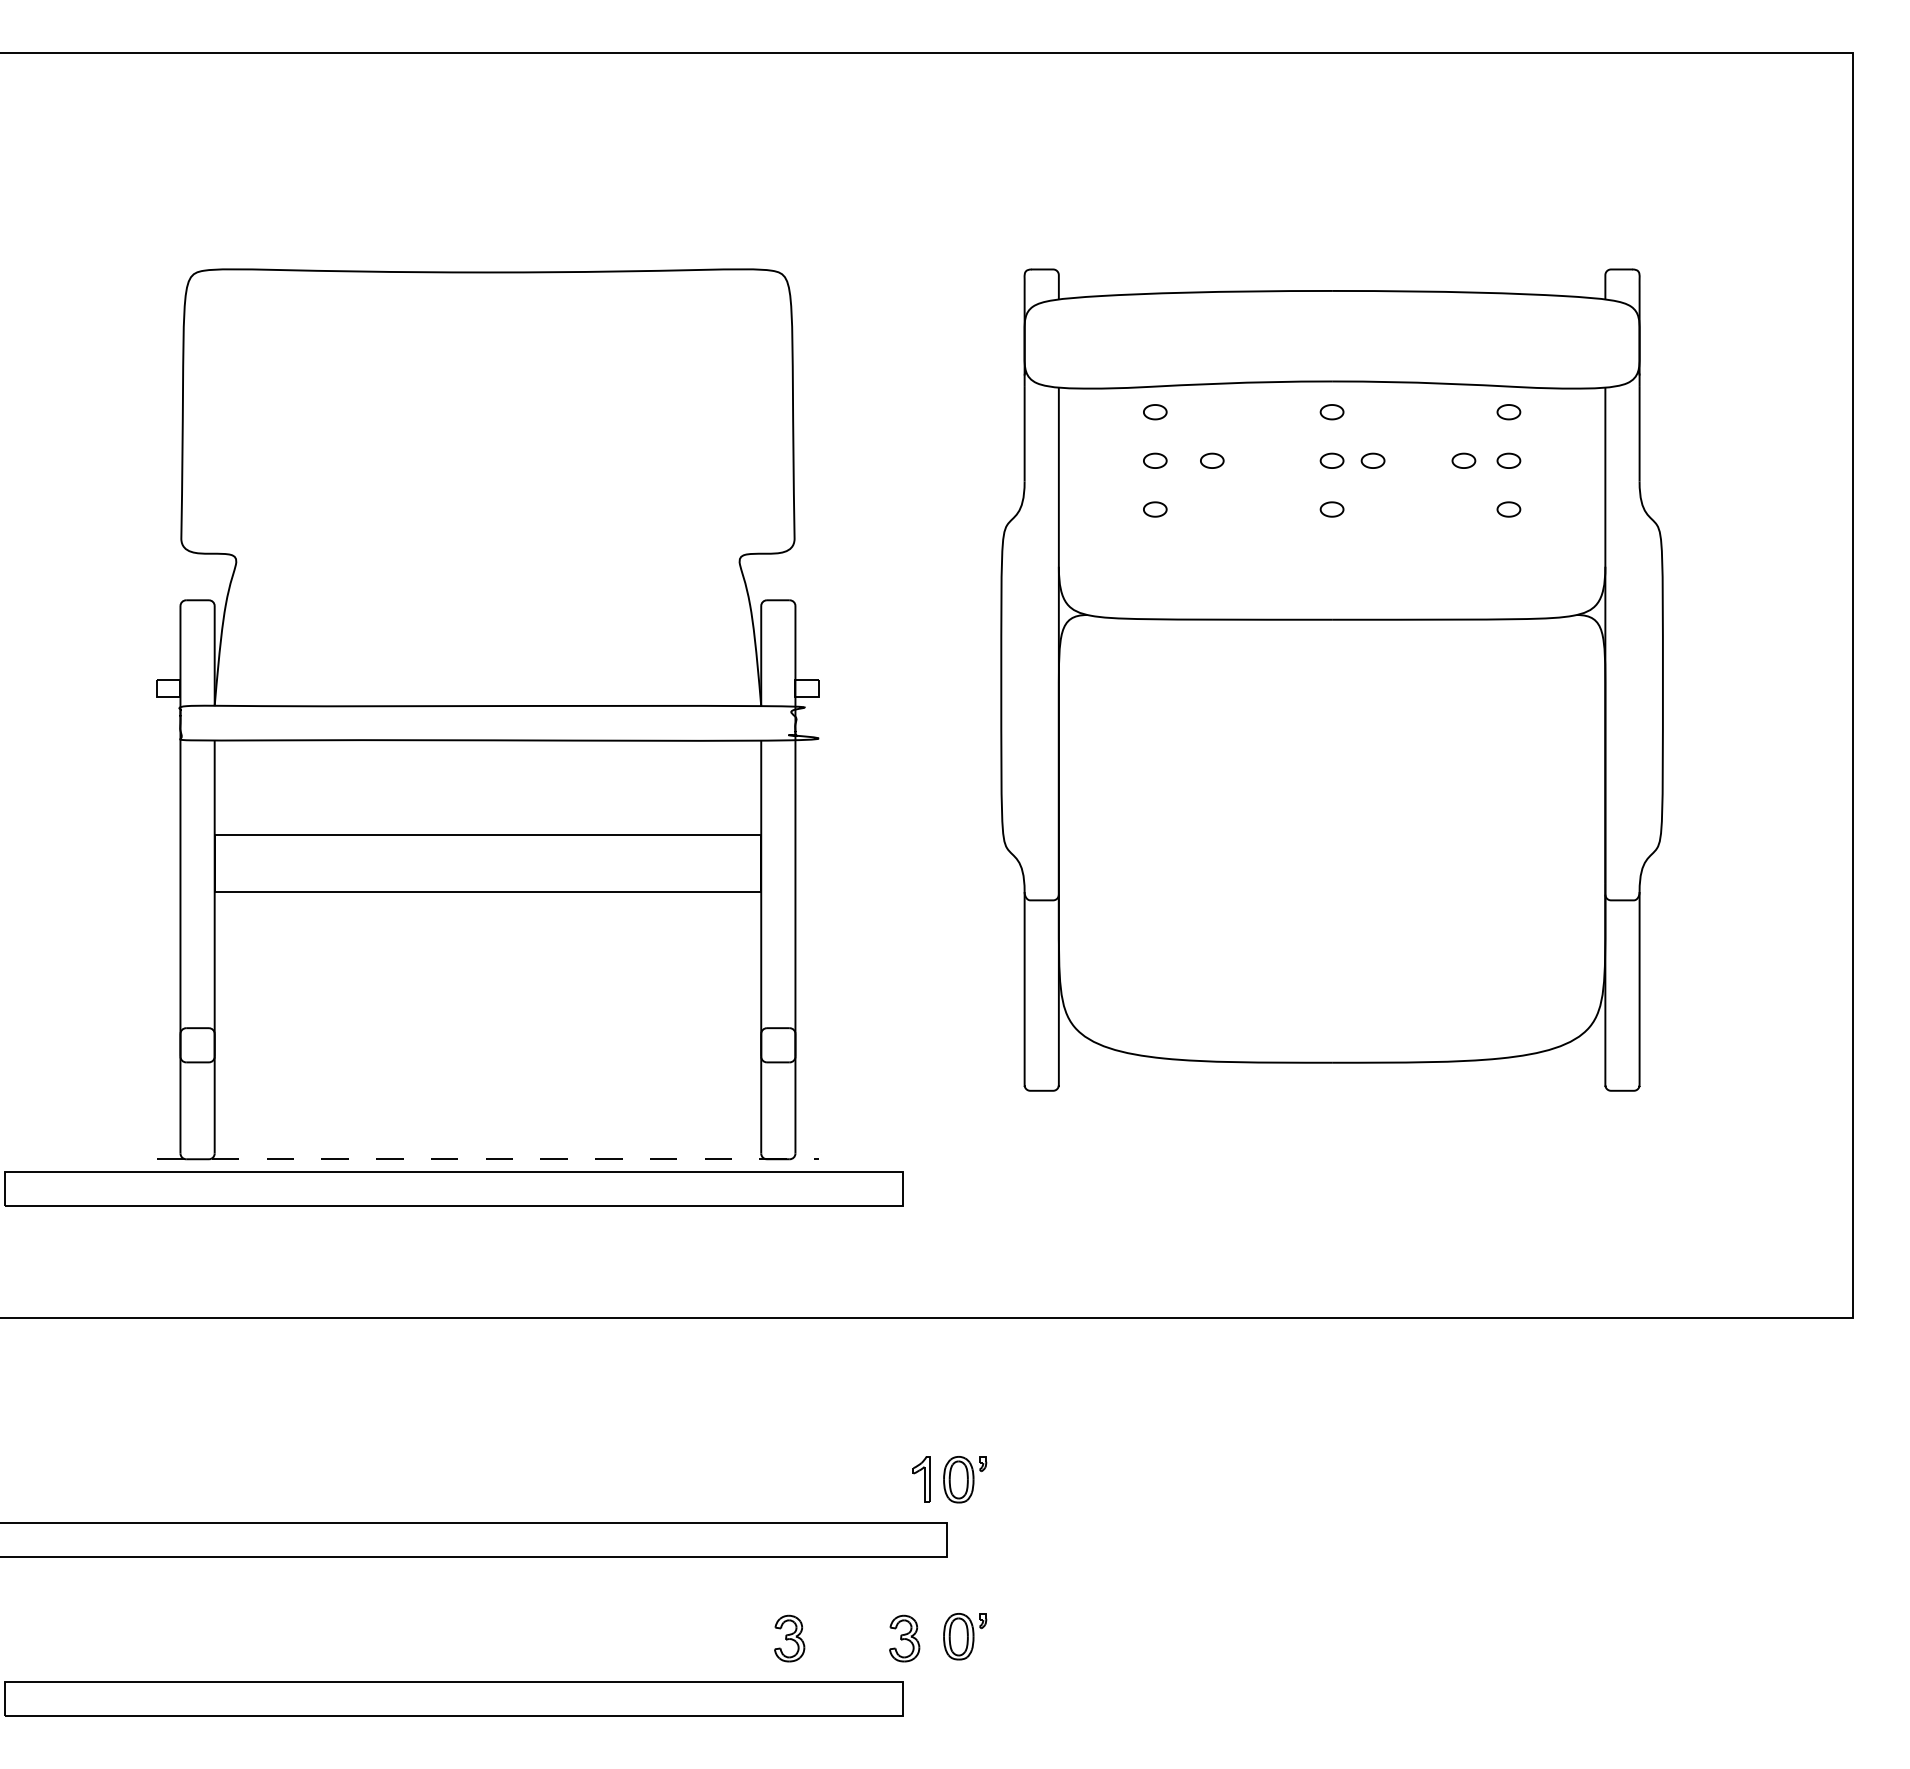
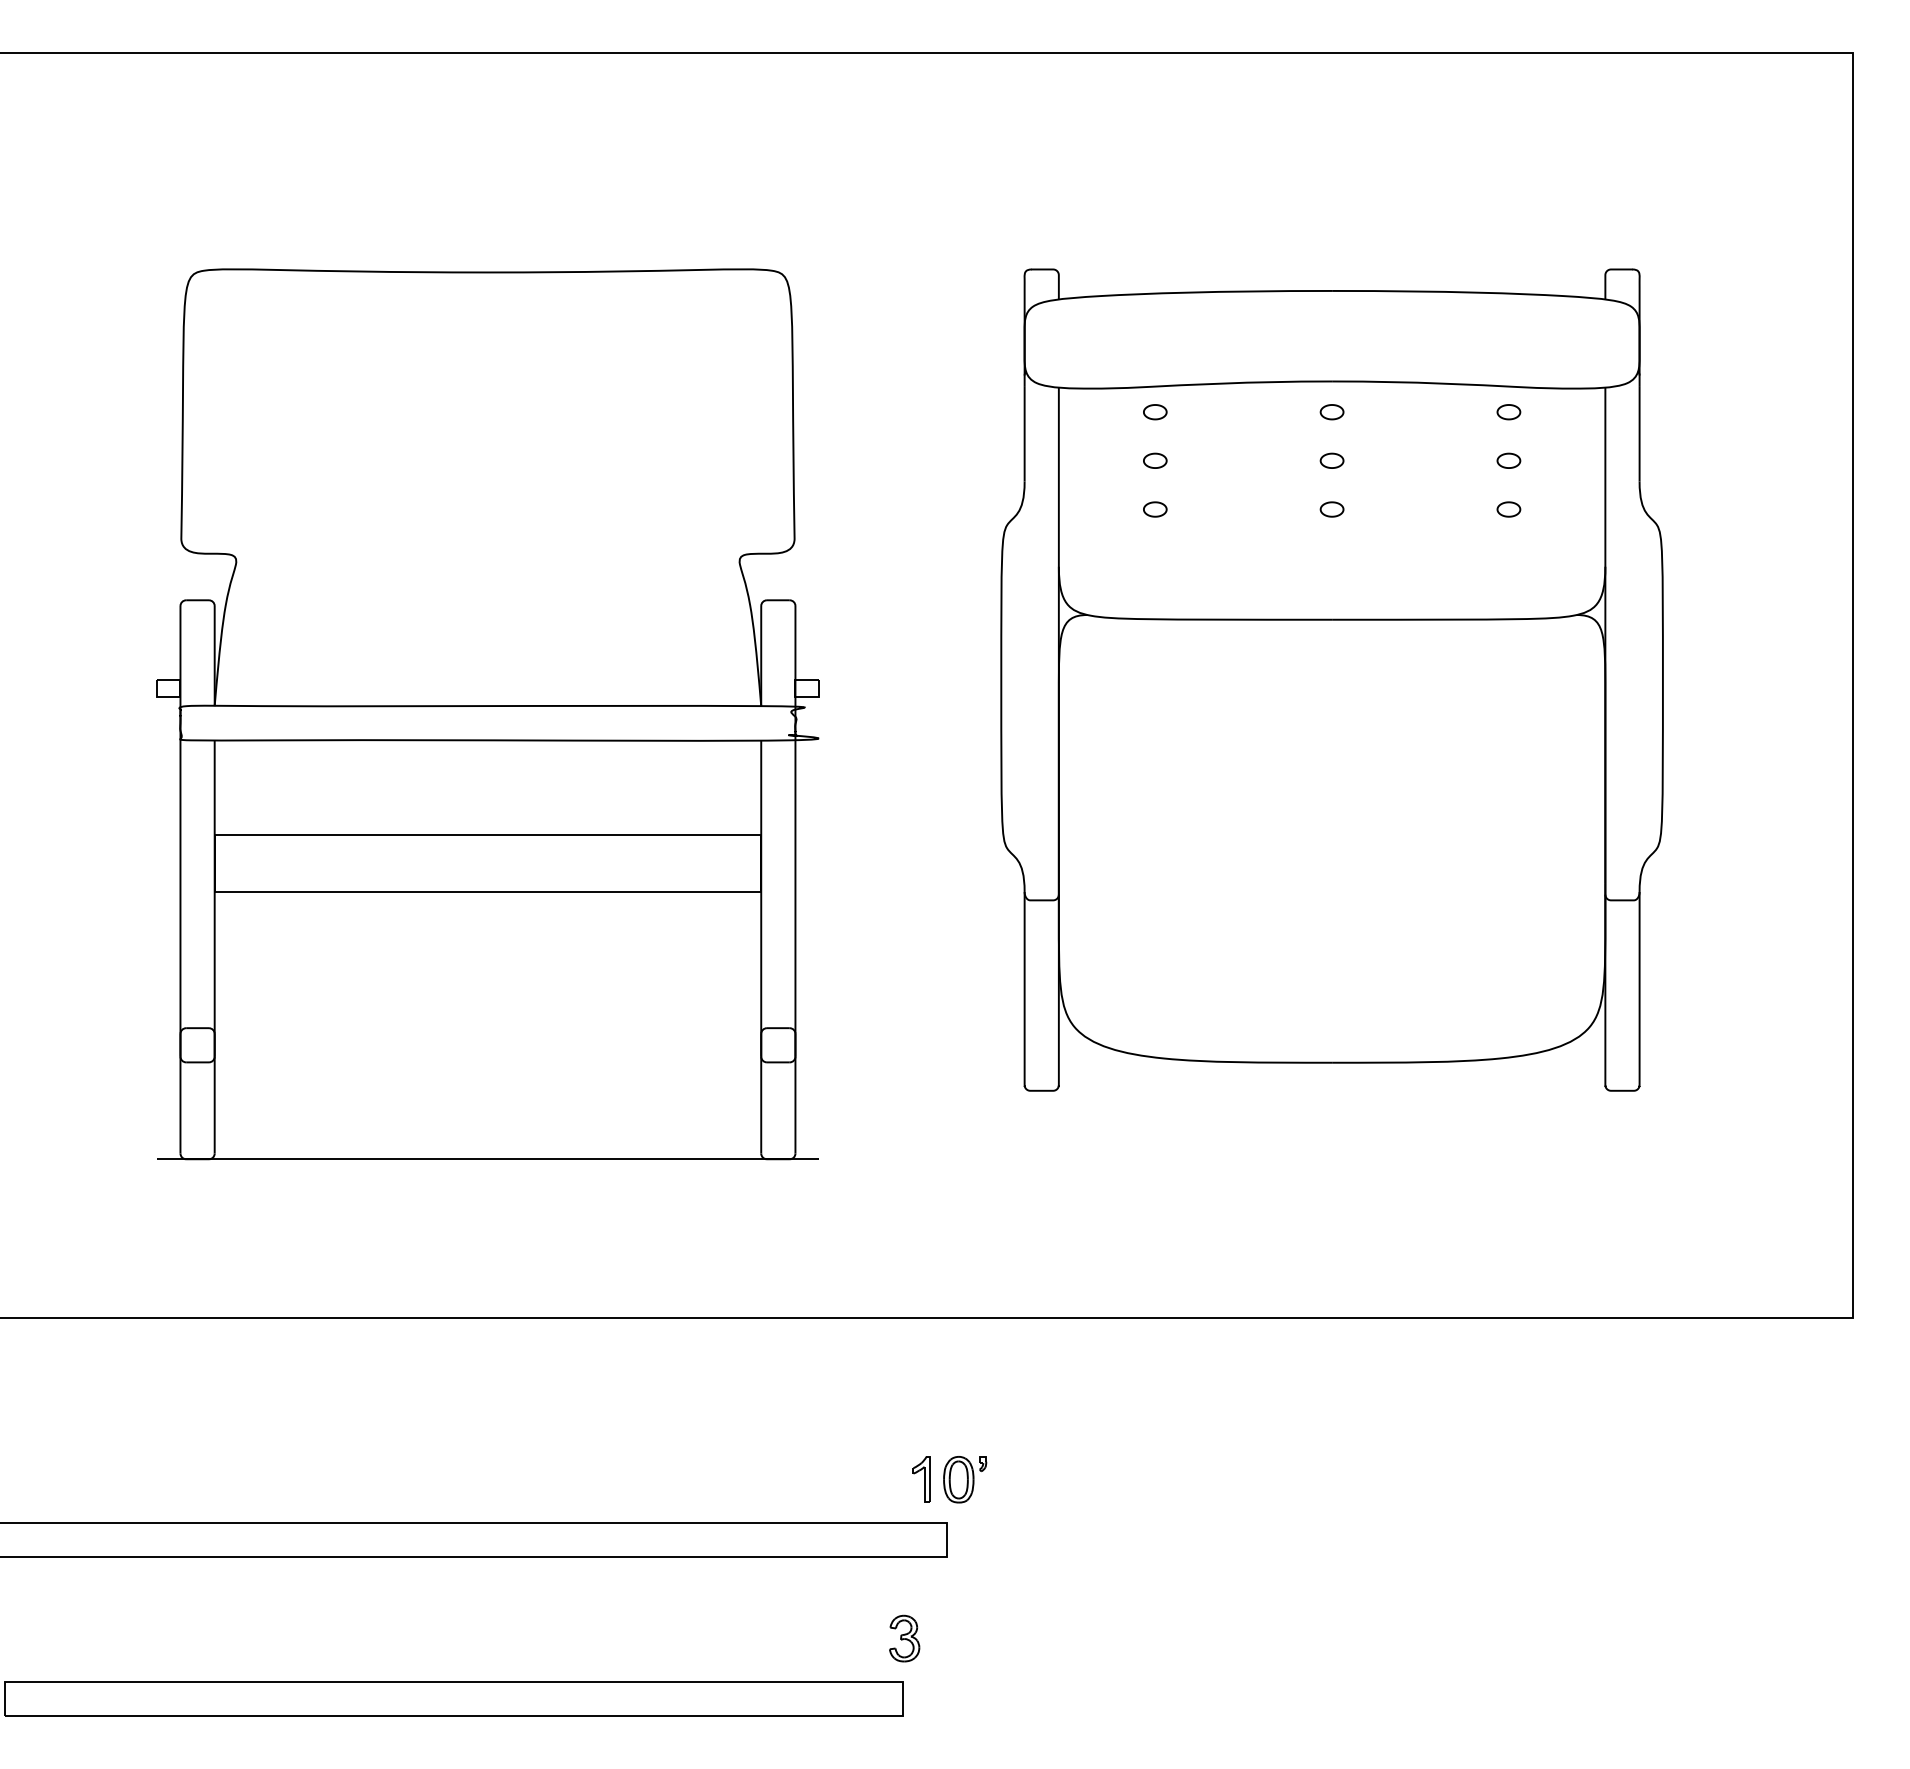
part at (1212, 460): present -> none
part at (1372, 460): present -> none
part at (1463, 460): present -> none
line at (487, 1159): dashed -> solid
part at (453, 1188): present -> none
part at (965, 1636): present -> none
part at (789, 1638): present -> none
